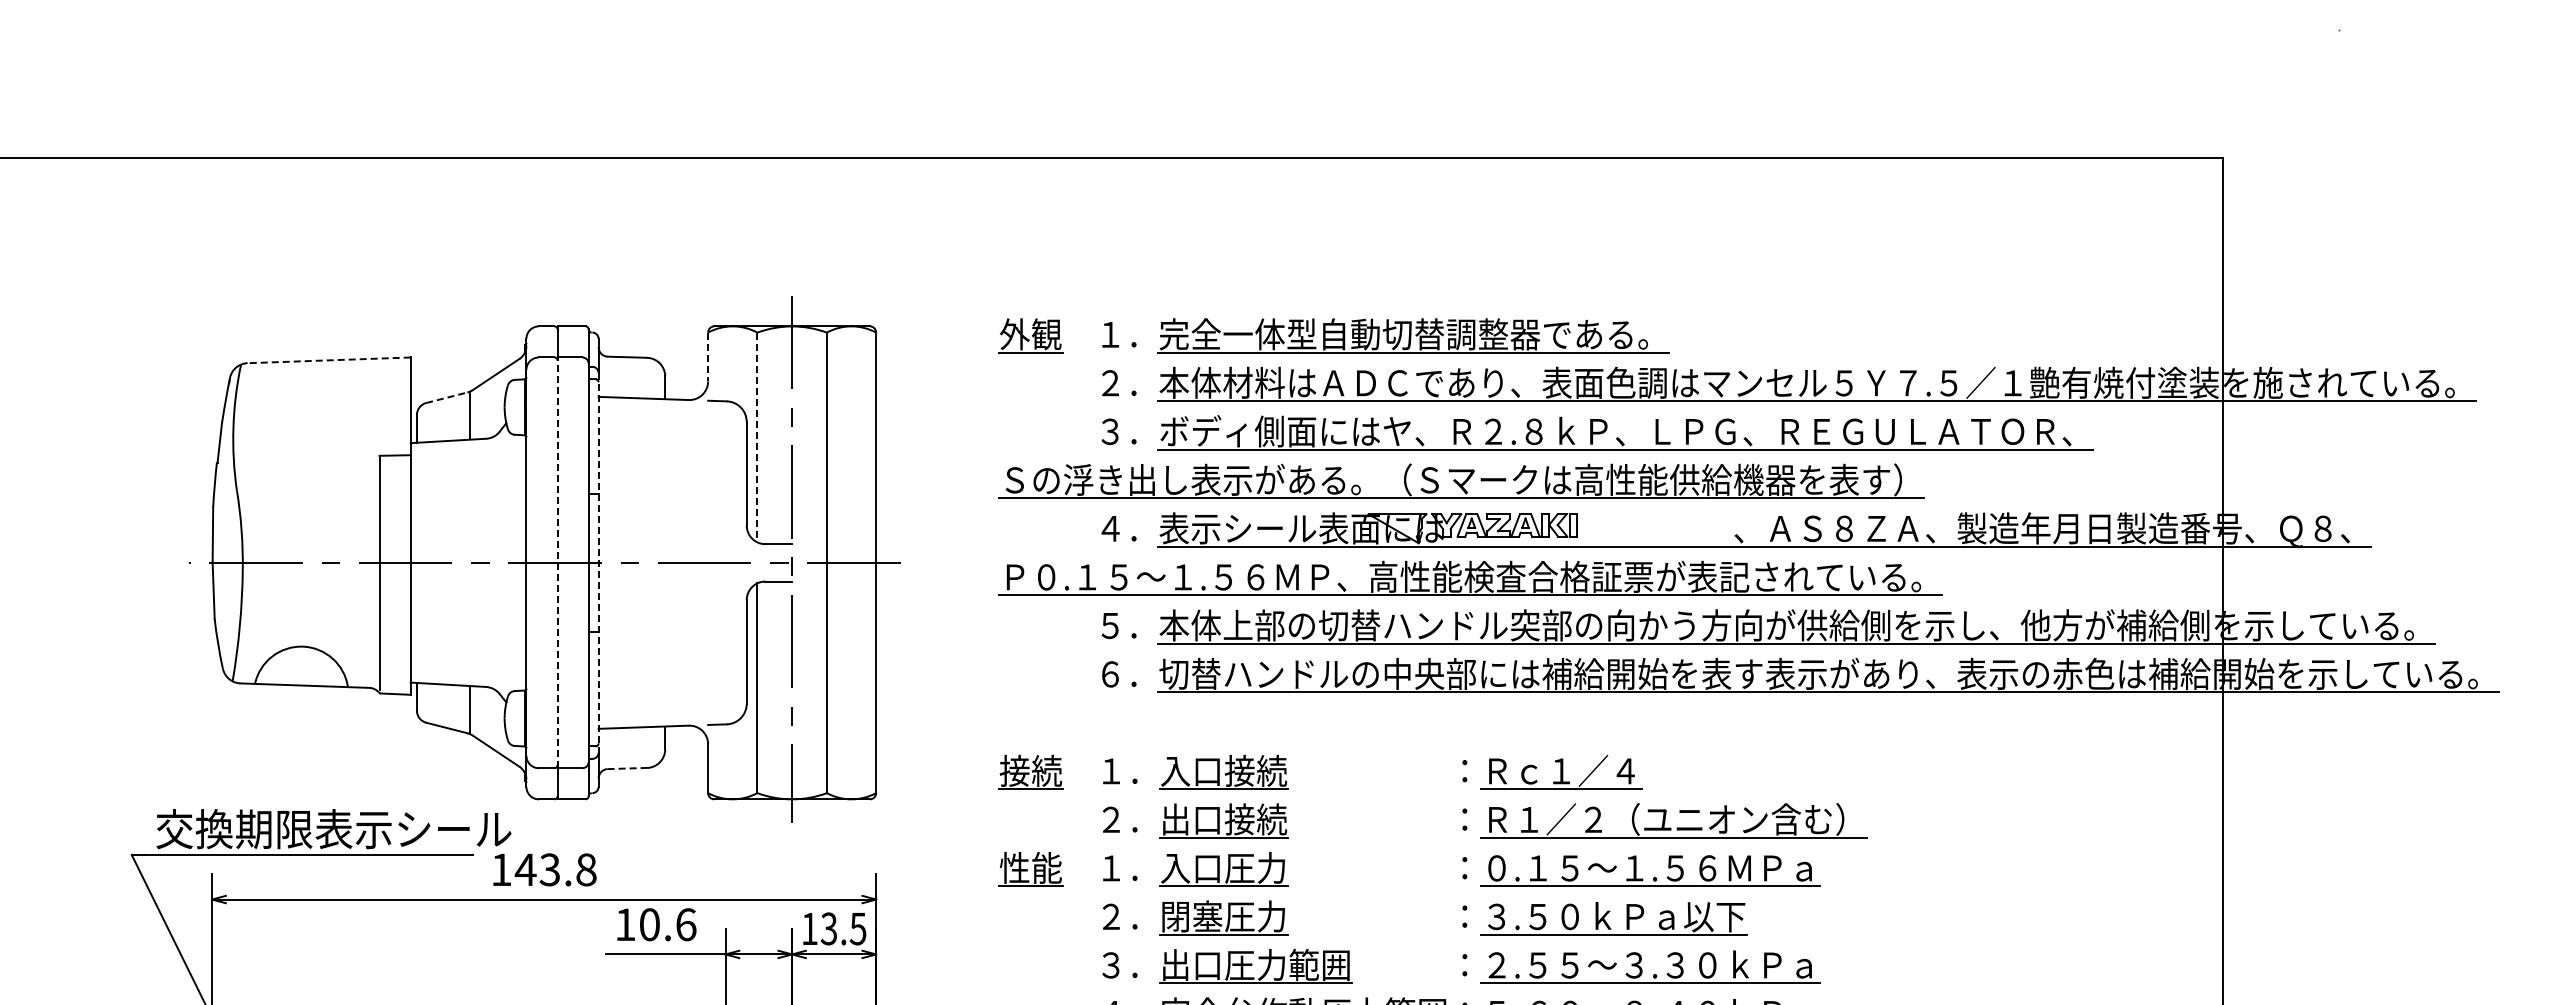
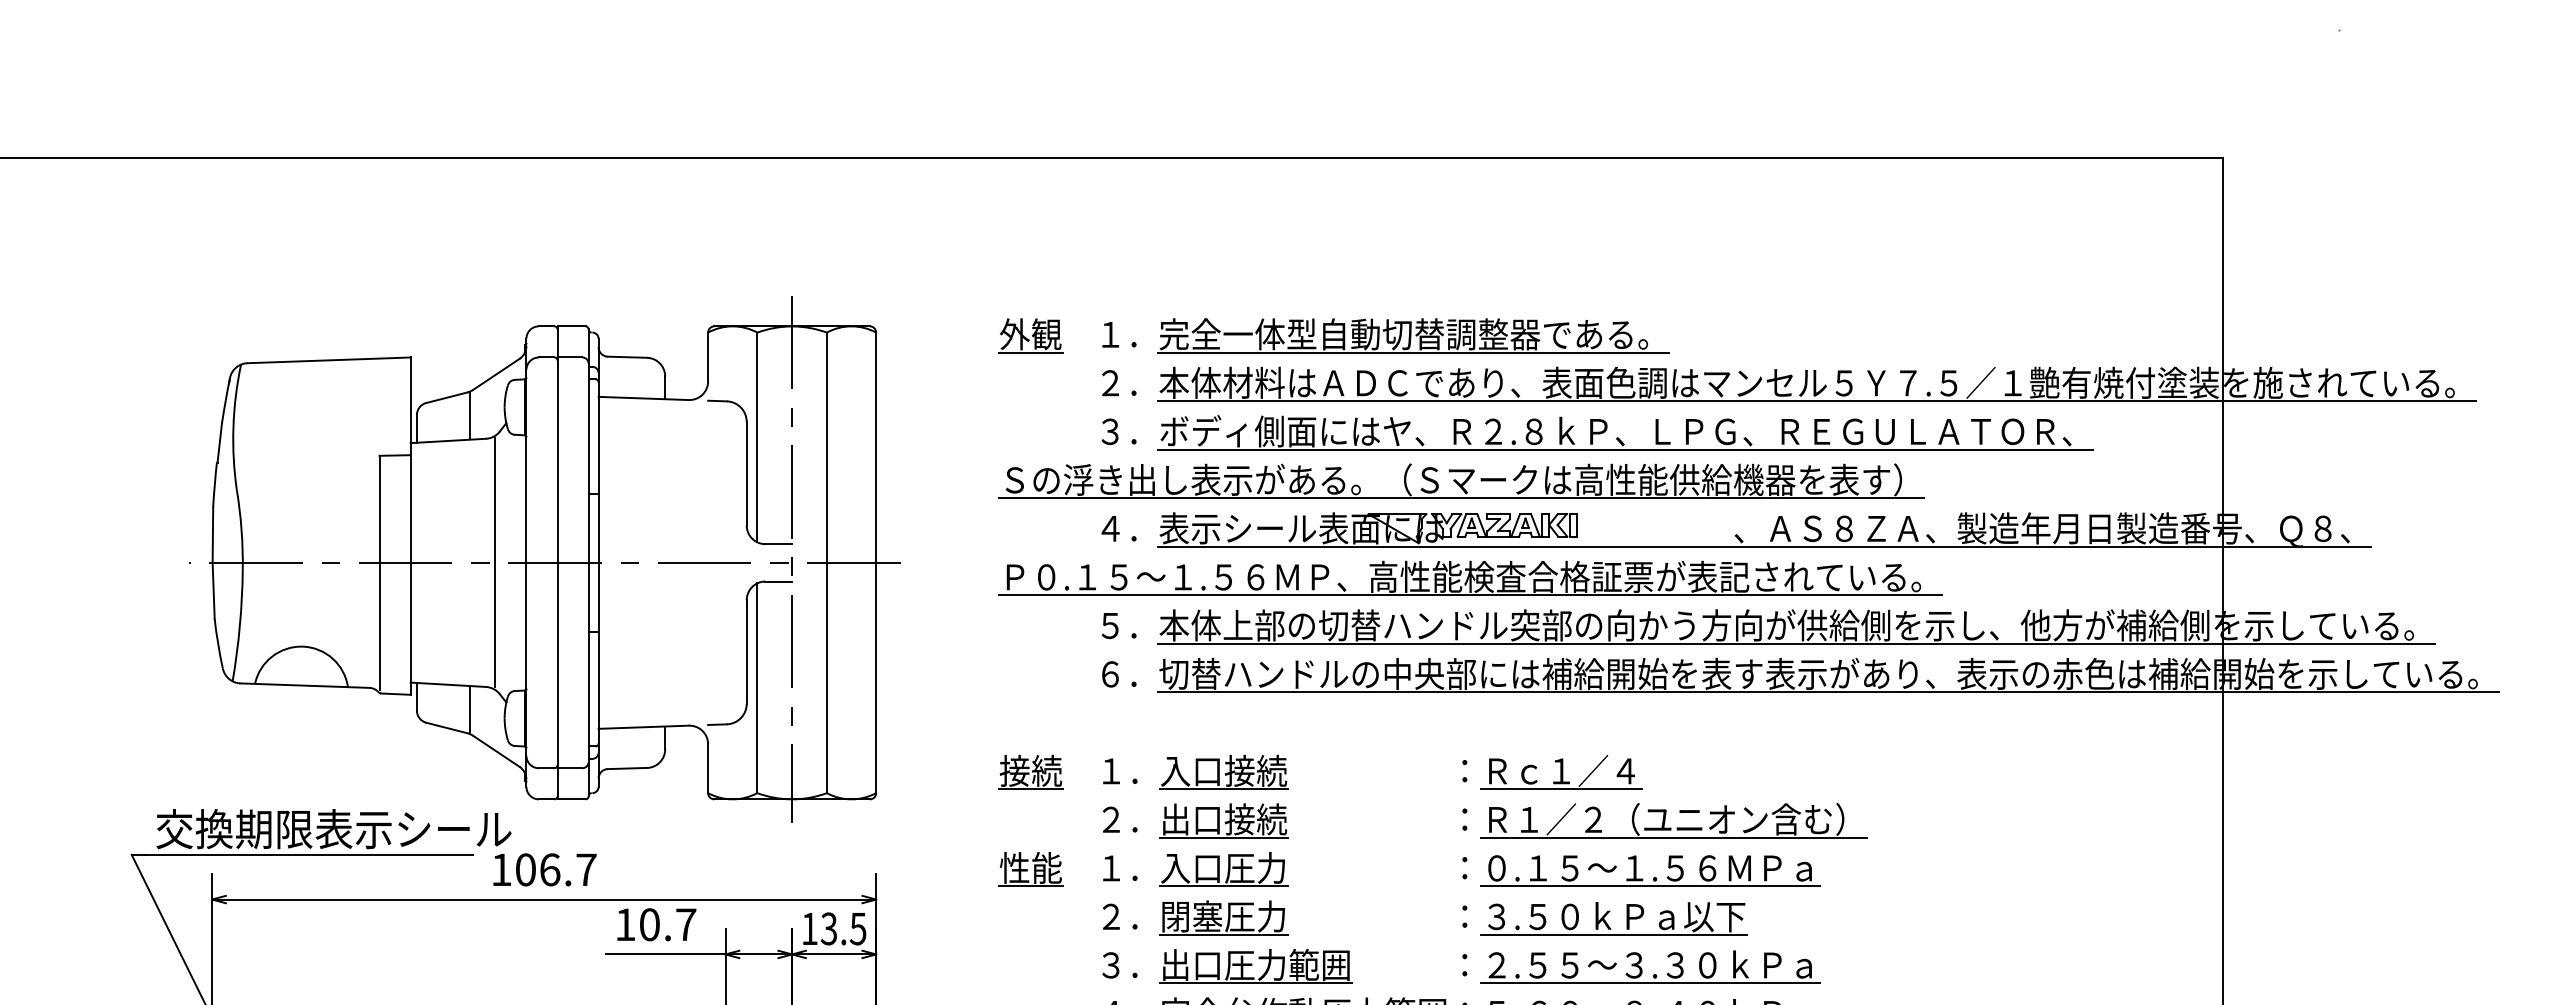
line at (708, 357): dashed -> solid
line at (329, 360): dashed -> solid
line at (447, 397): dashed -> solid
line at (757, 437): dashed -> solid
line at (494, 562): none -> present
line at (557, 562): dashed -> solid
line at (598, 562): dashed -> solid
line at (627, 768): dashed -> solid
text at (555, 869): 143.8 -> 106.7
text at (686, 924): 10.6 -> 10.7
